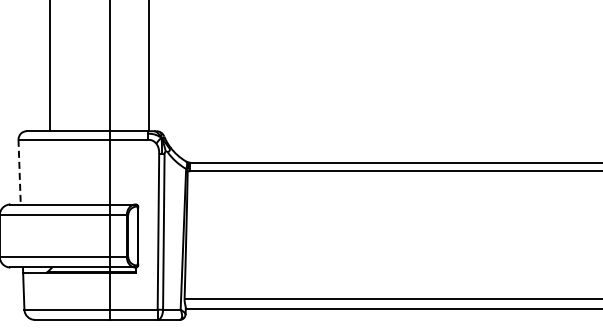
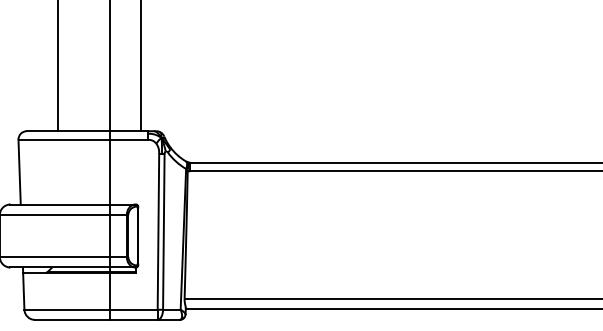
line at (49, 66) position: (49, 66) -> (57, 66)
line at (149, 66) position: (149, 66) -> (141, 66)
line at (19, 172): dashed -> solid
